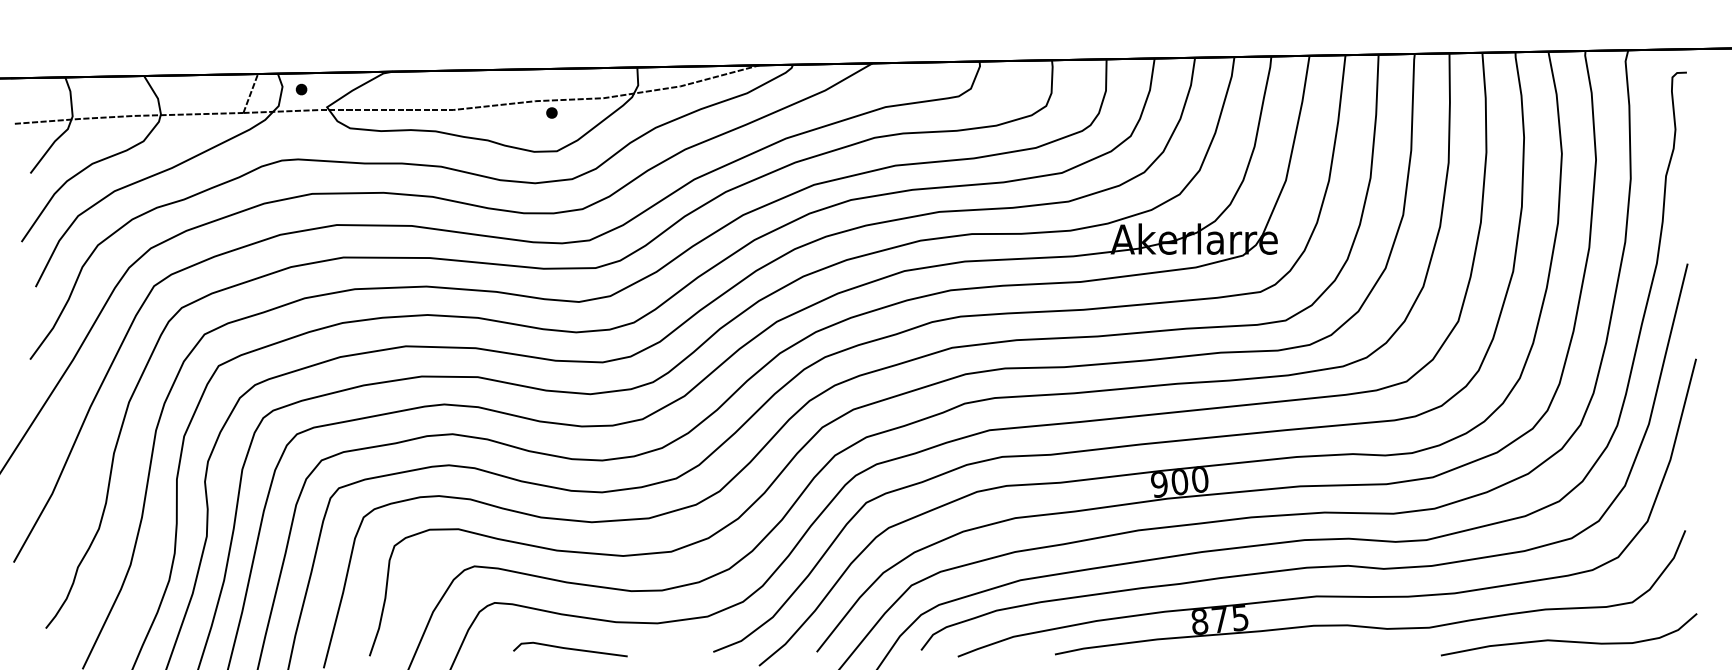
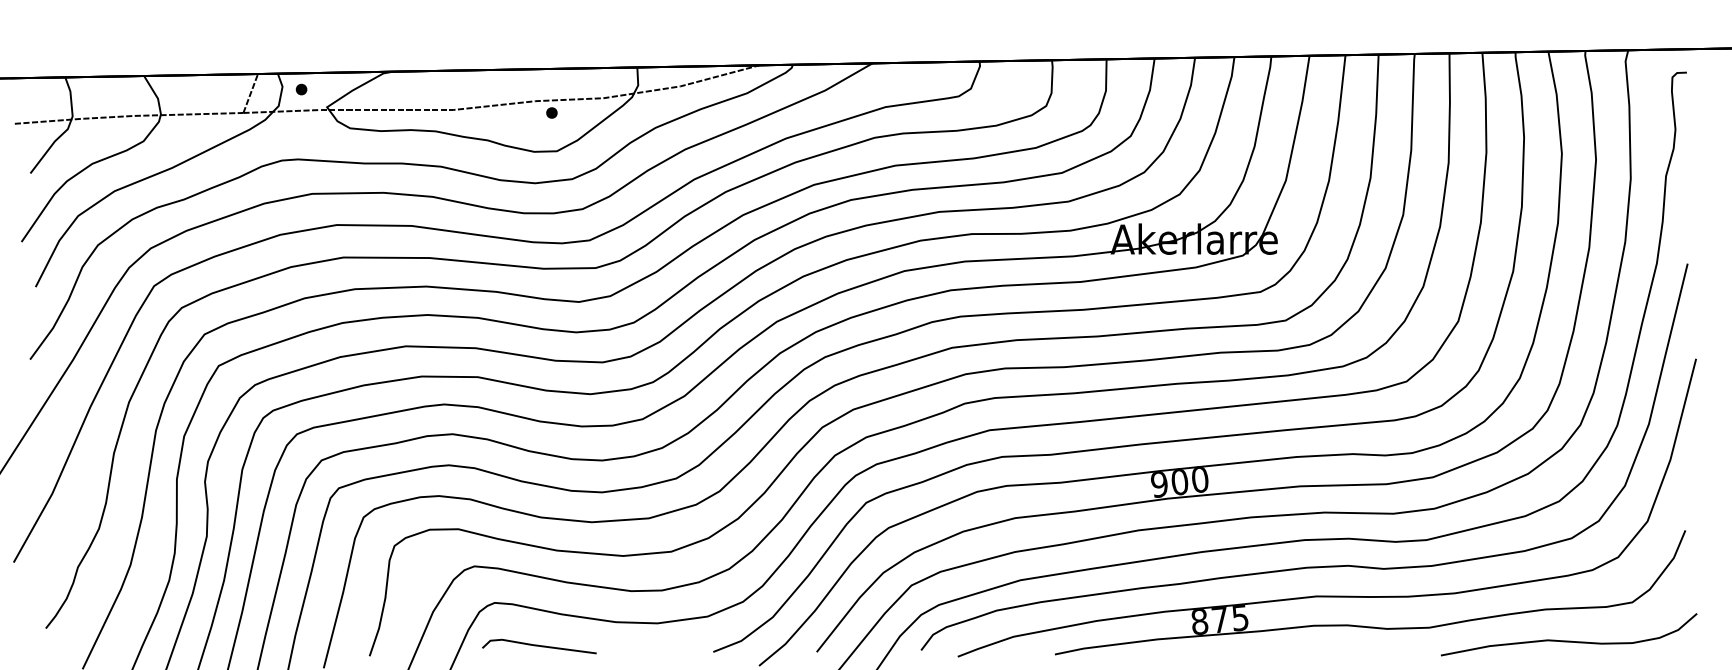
line at (570, 649) position: (570, 649) -> (539, 646)
